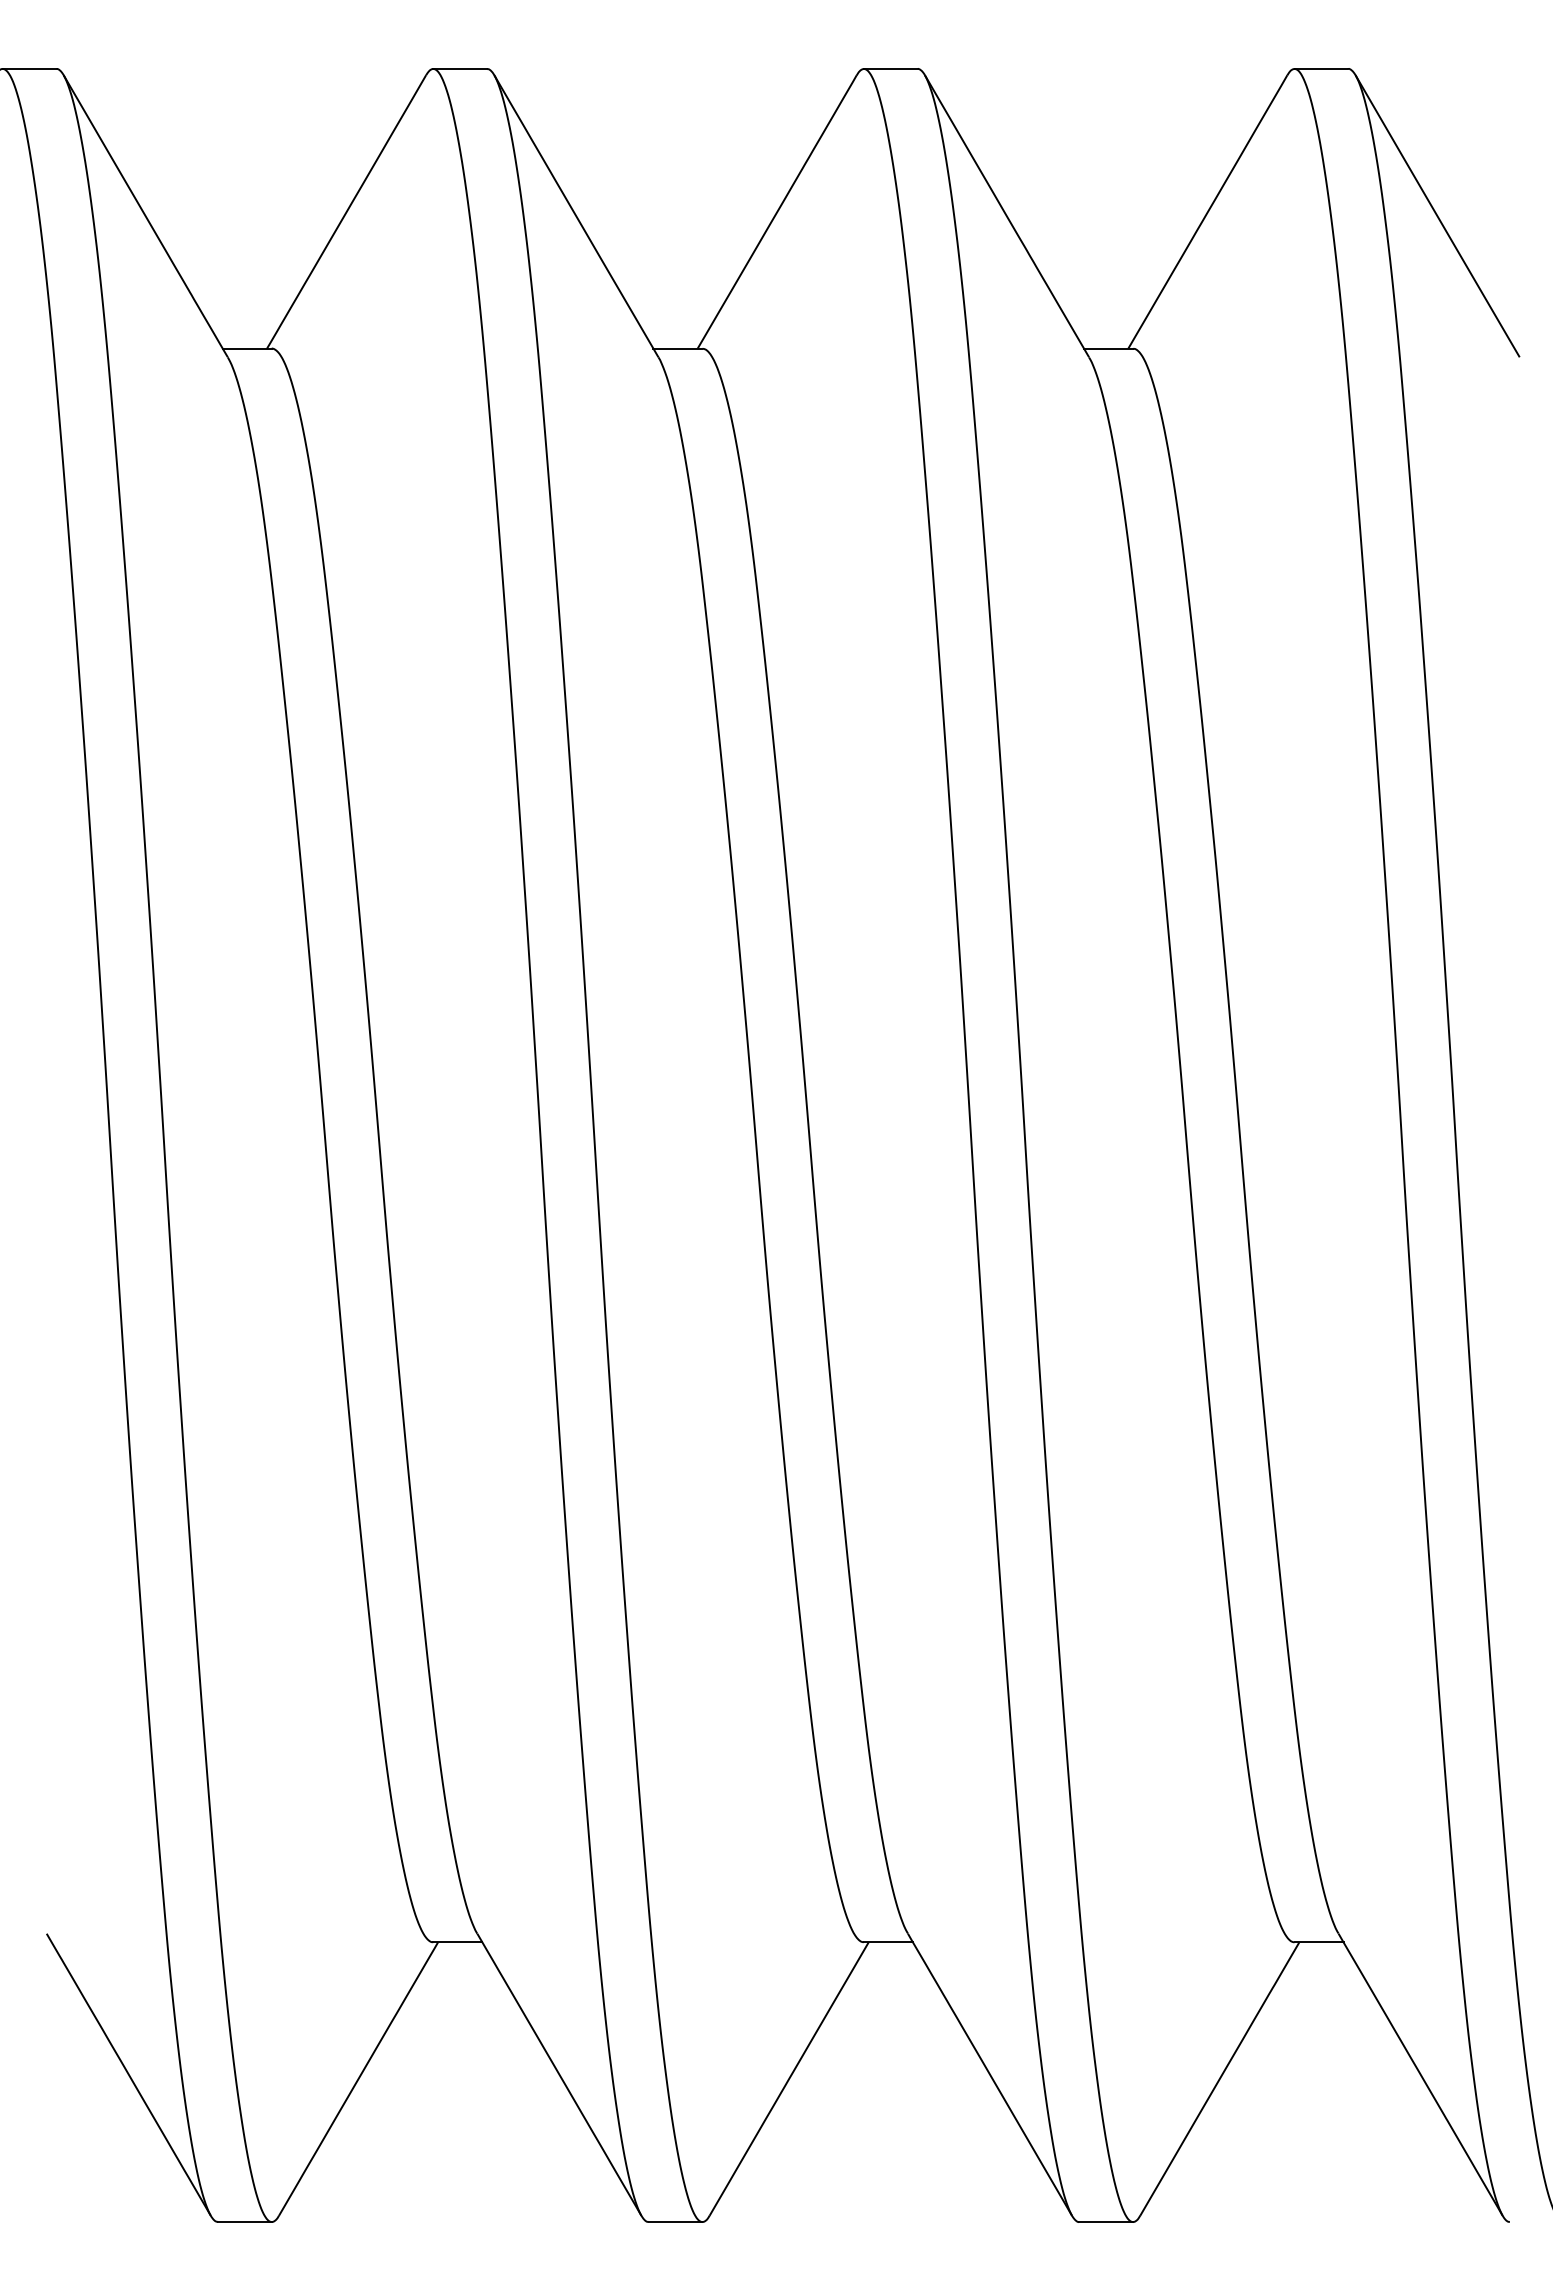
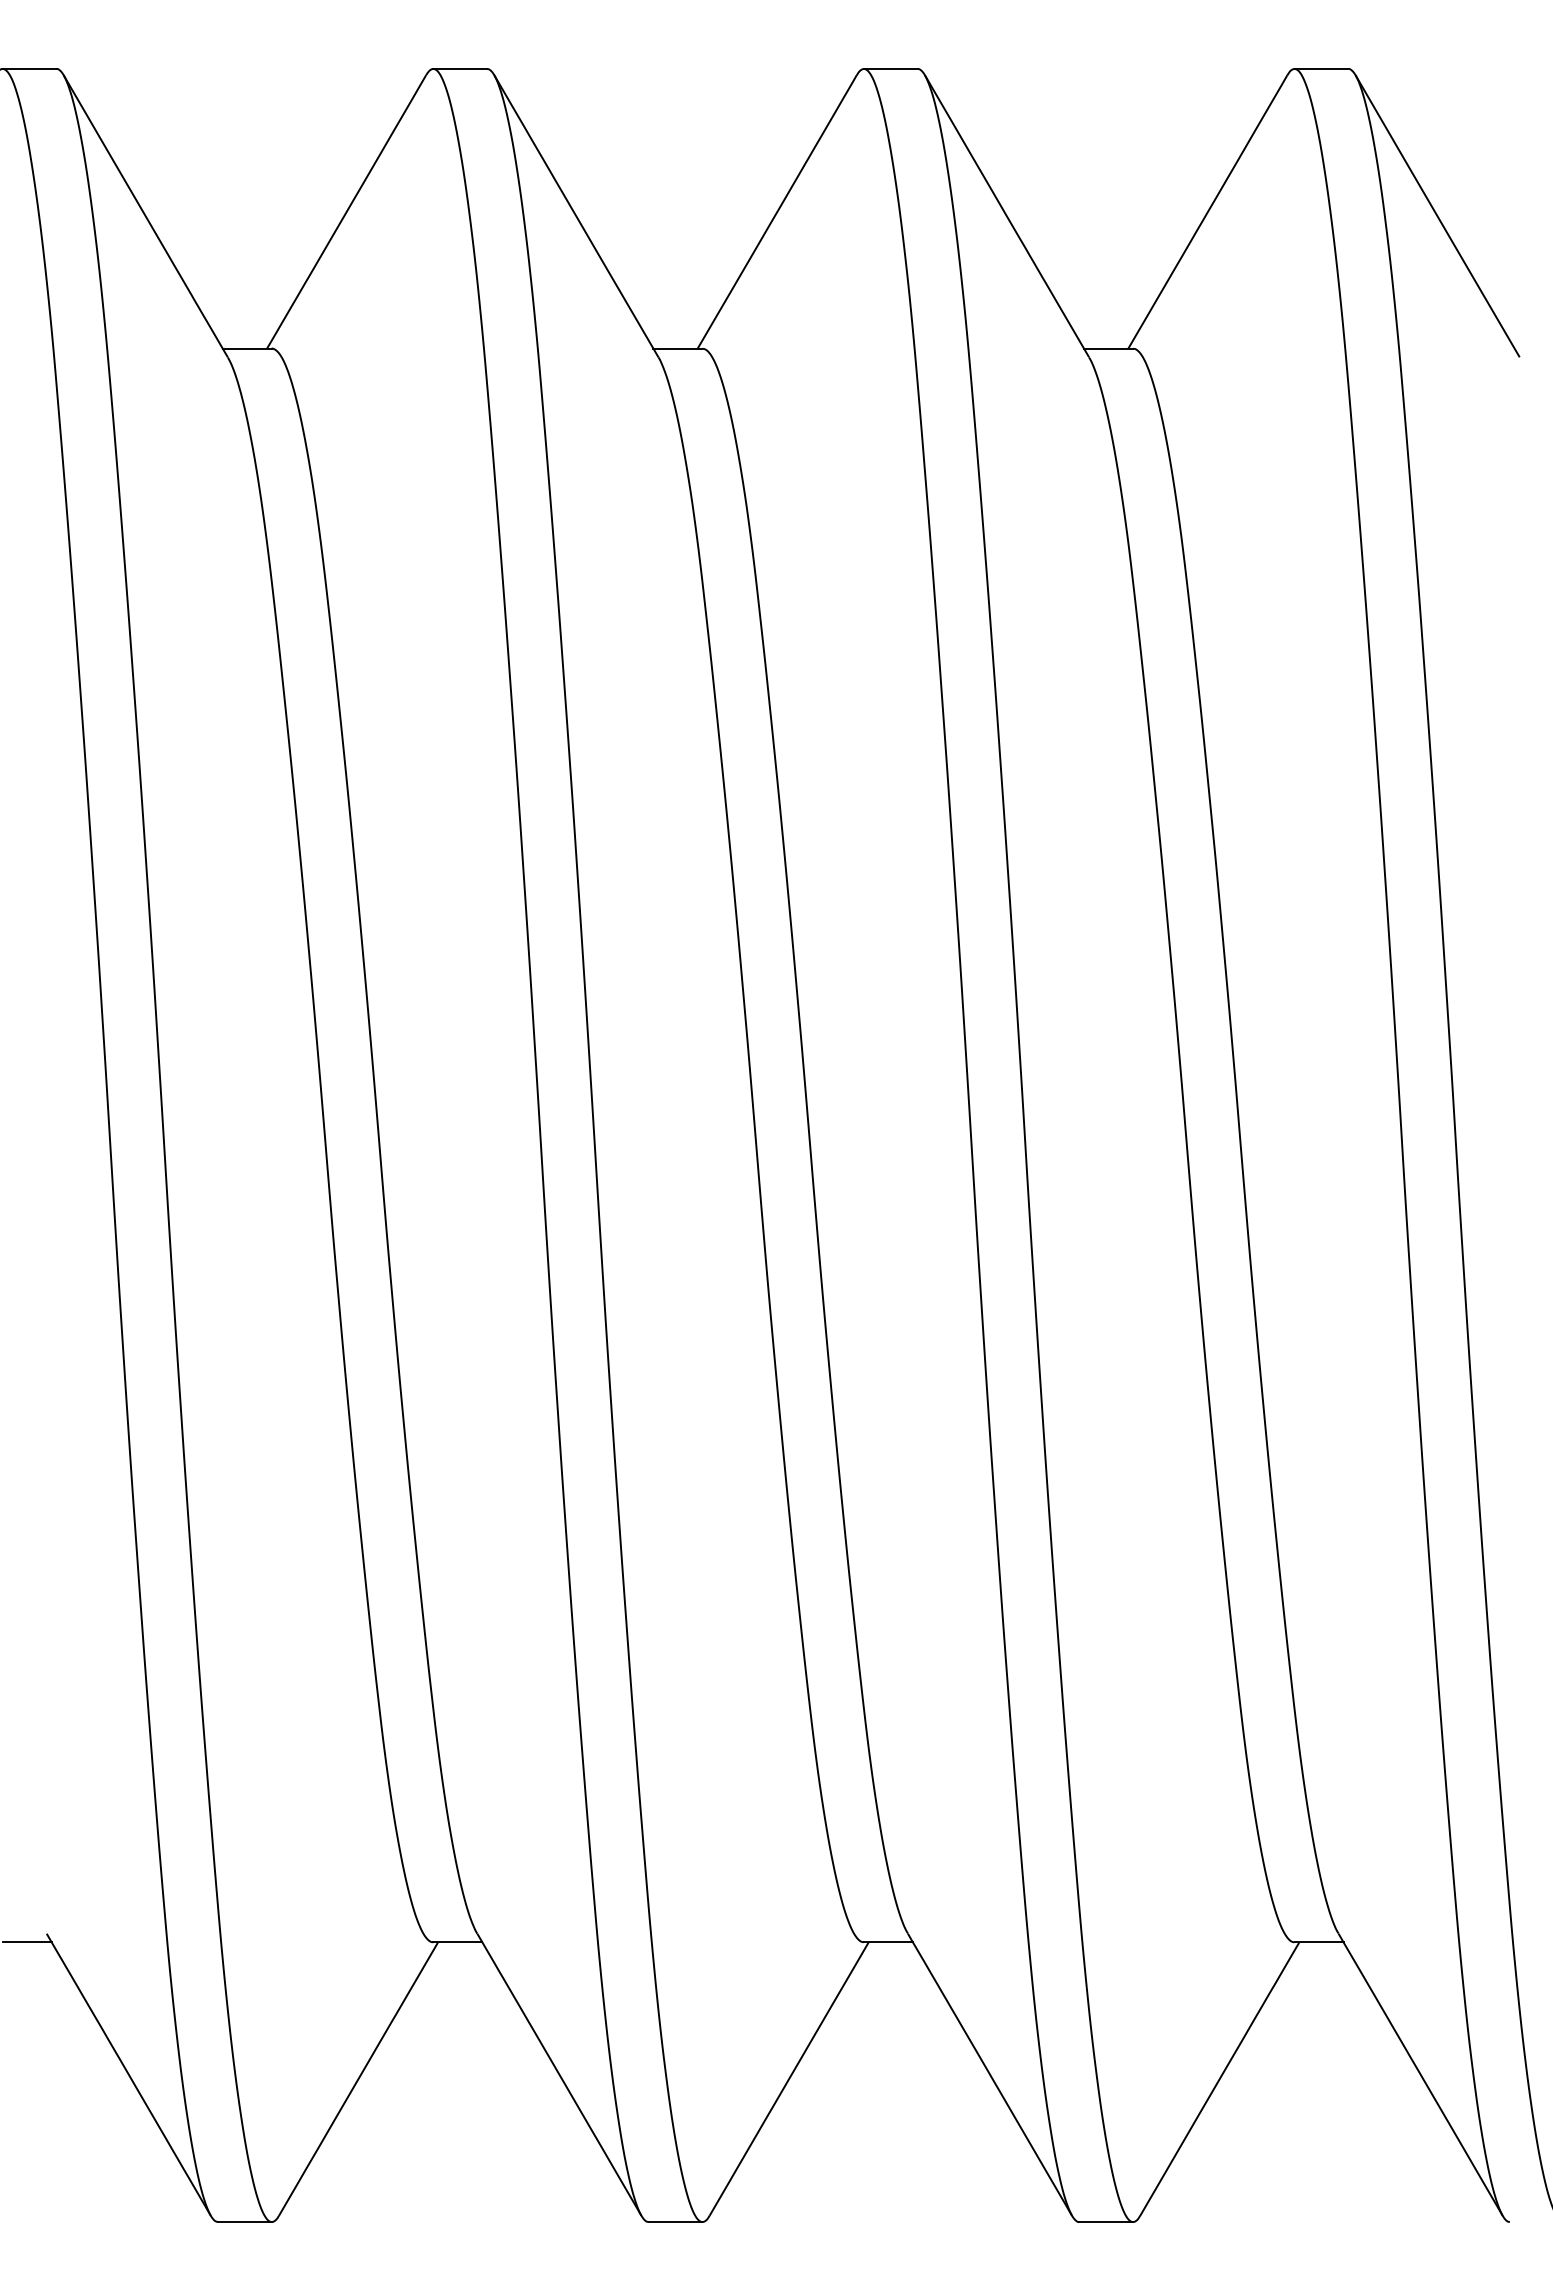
line at (26, 1942): none -> present
